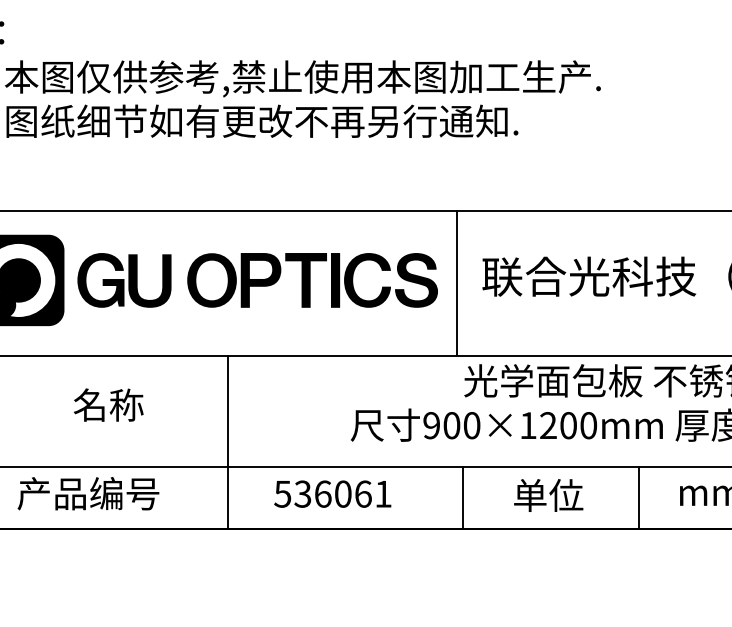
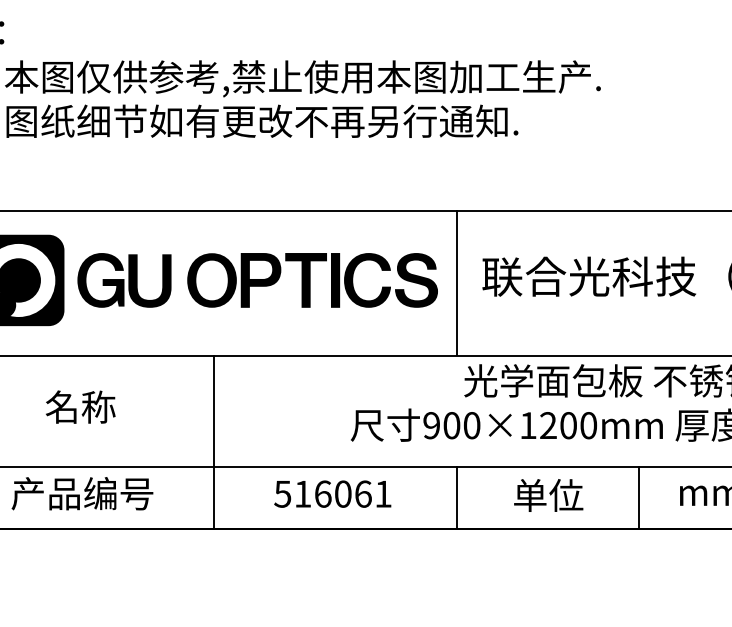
text at (108, 404) position: (108, 404) -> (80, 406)
line at (228, 442) position: (228, 442) -> (214, 442)
text at (88, 493) position: (88, 493) -> (82, 493)
text at (302, 493): 536061 -> 516061
line at (463, 498) position: (463, 498) -> (457, 498)
